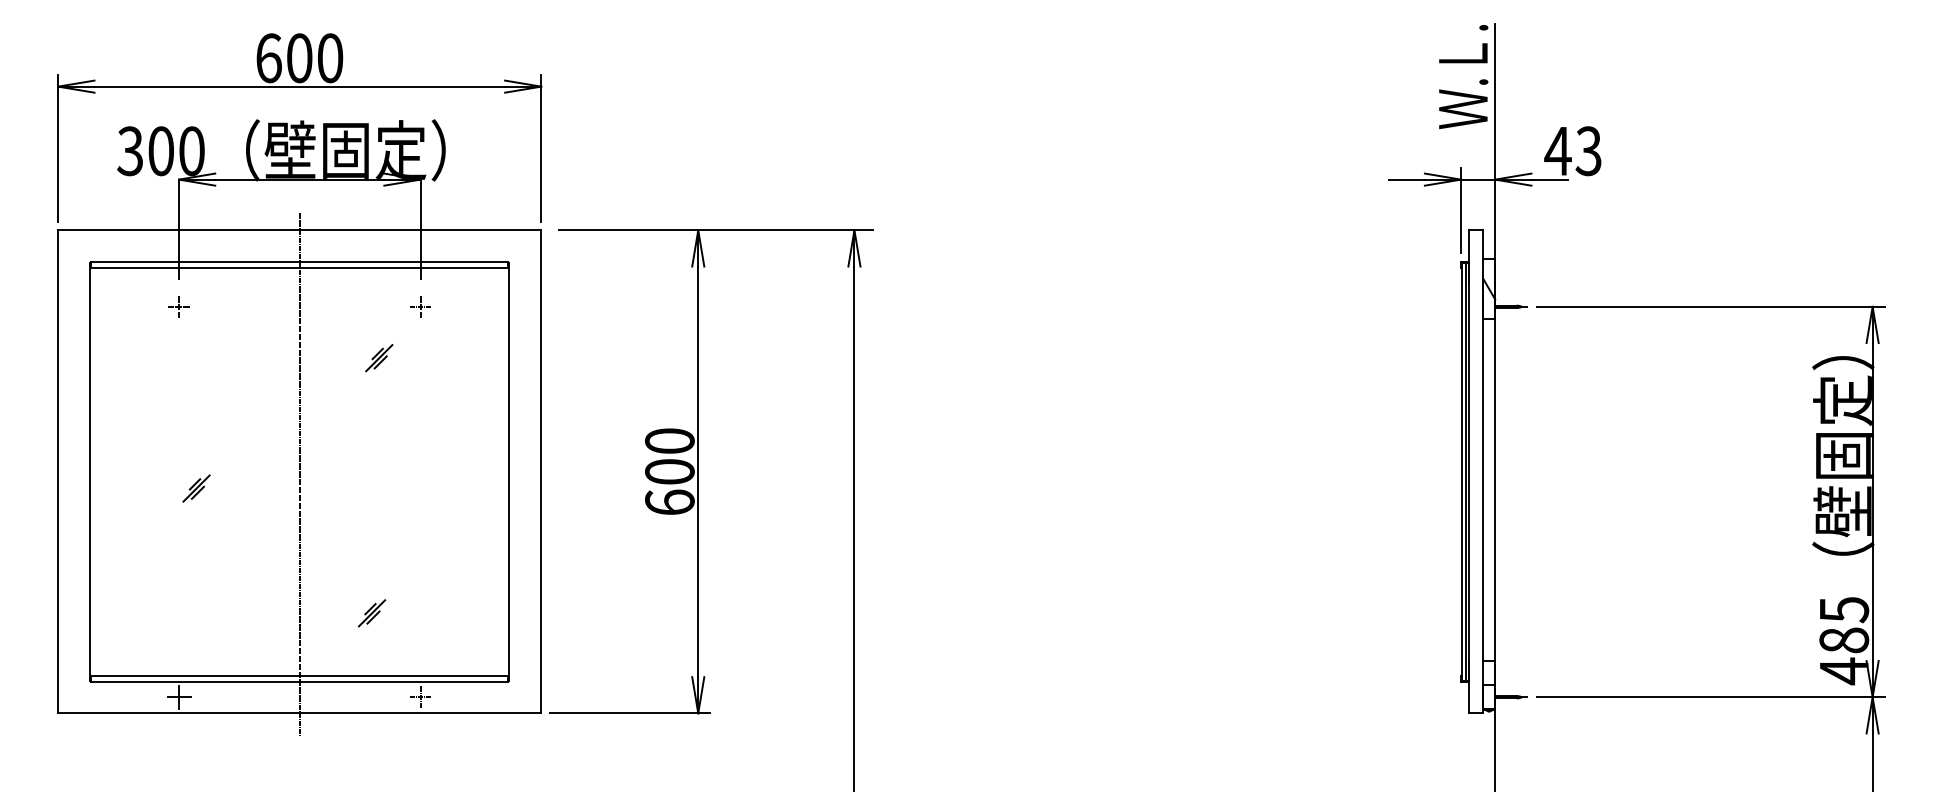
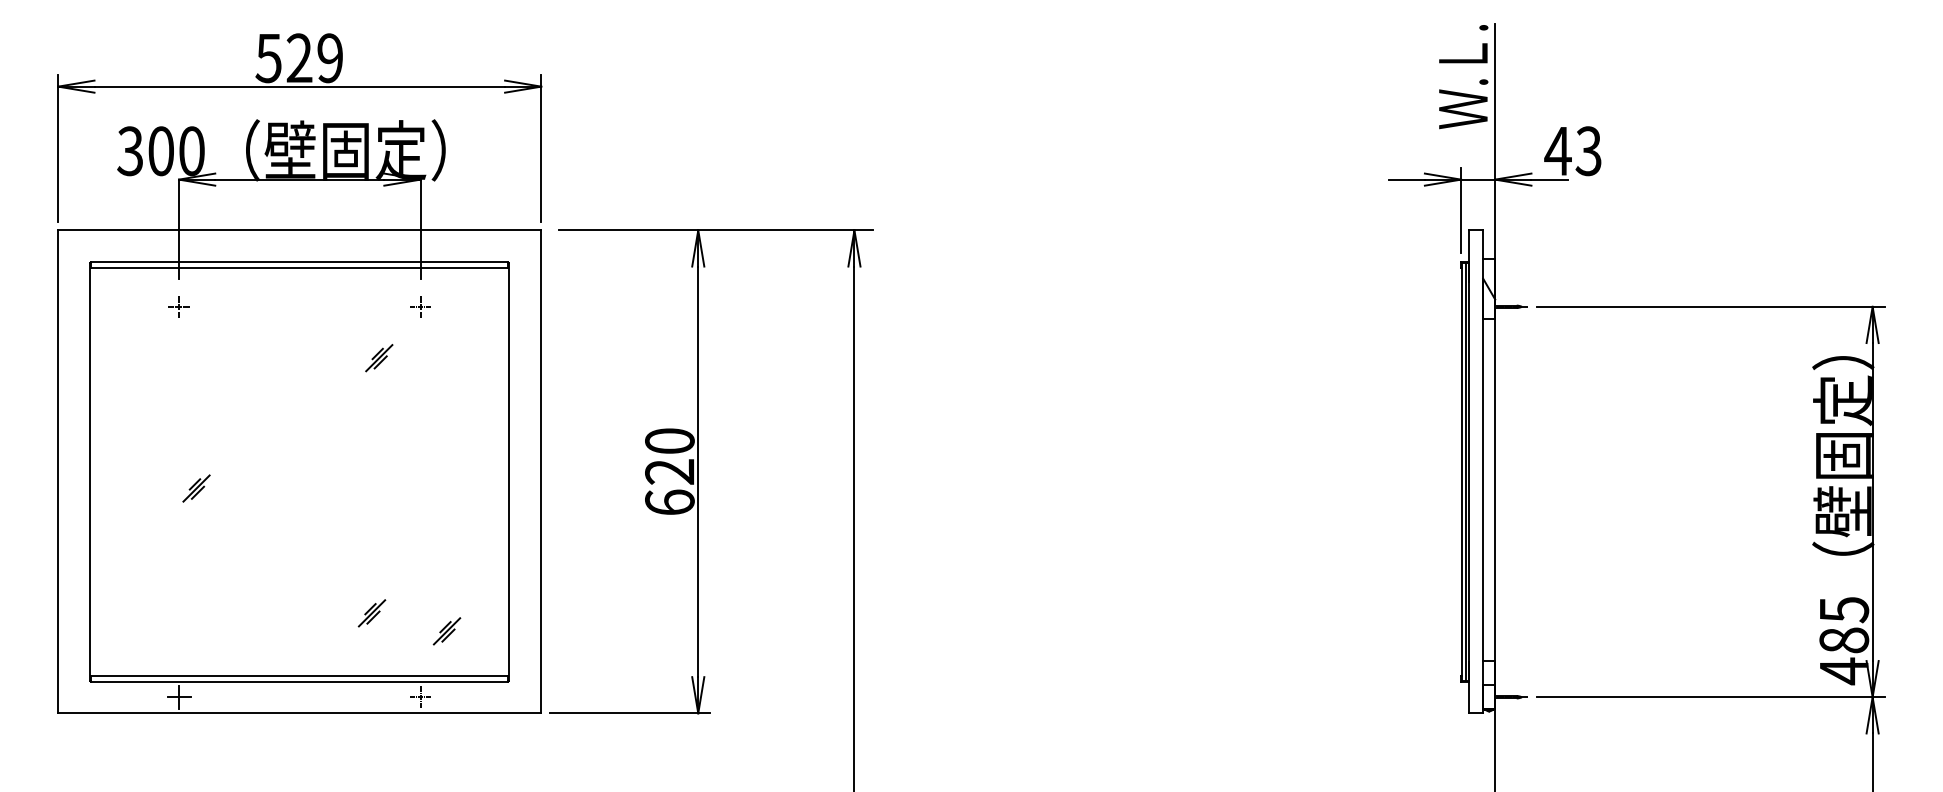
text at (299, 58): 600 -> 529
text at (669, 471): 600 -> 620
line at (299, 474): present -> none
part at (446, 631): none -> present
